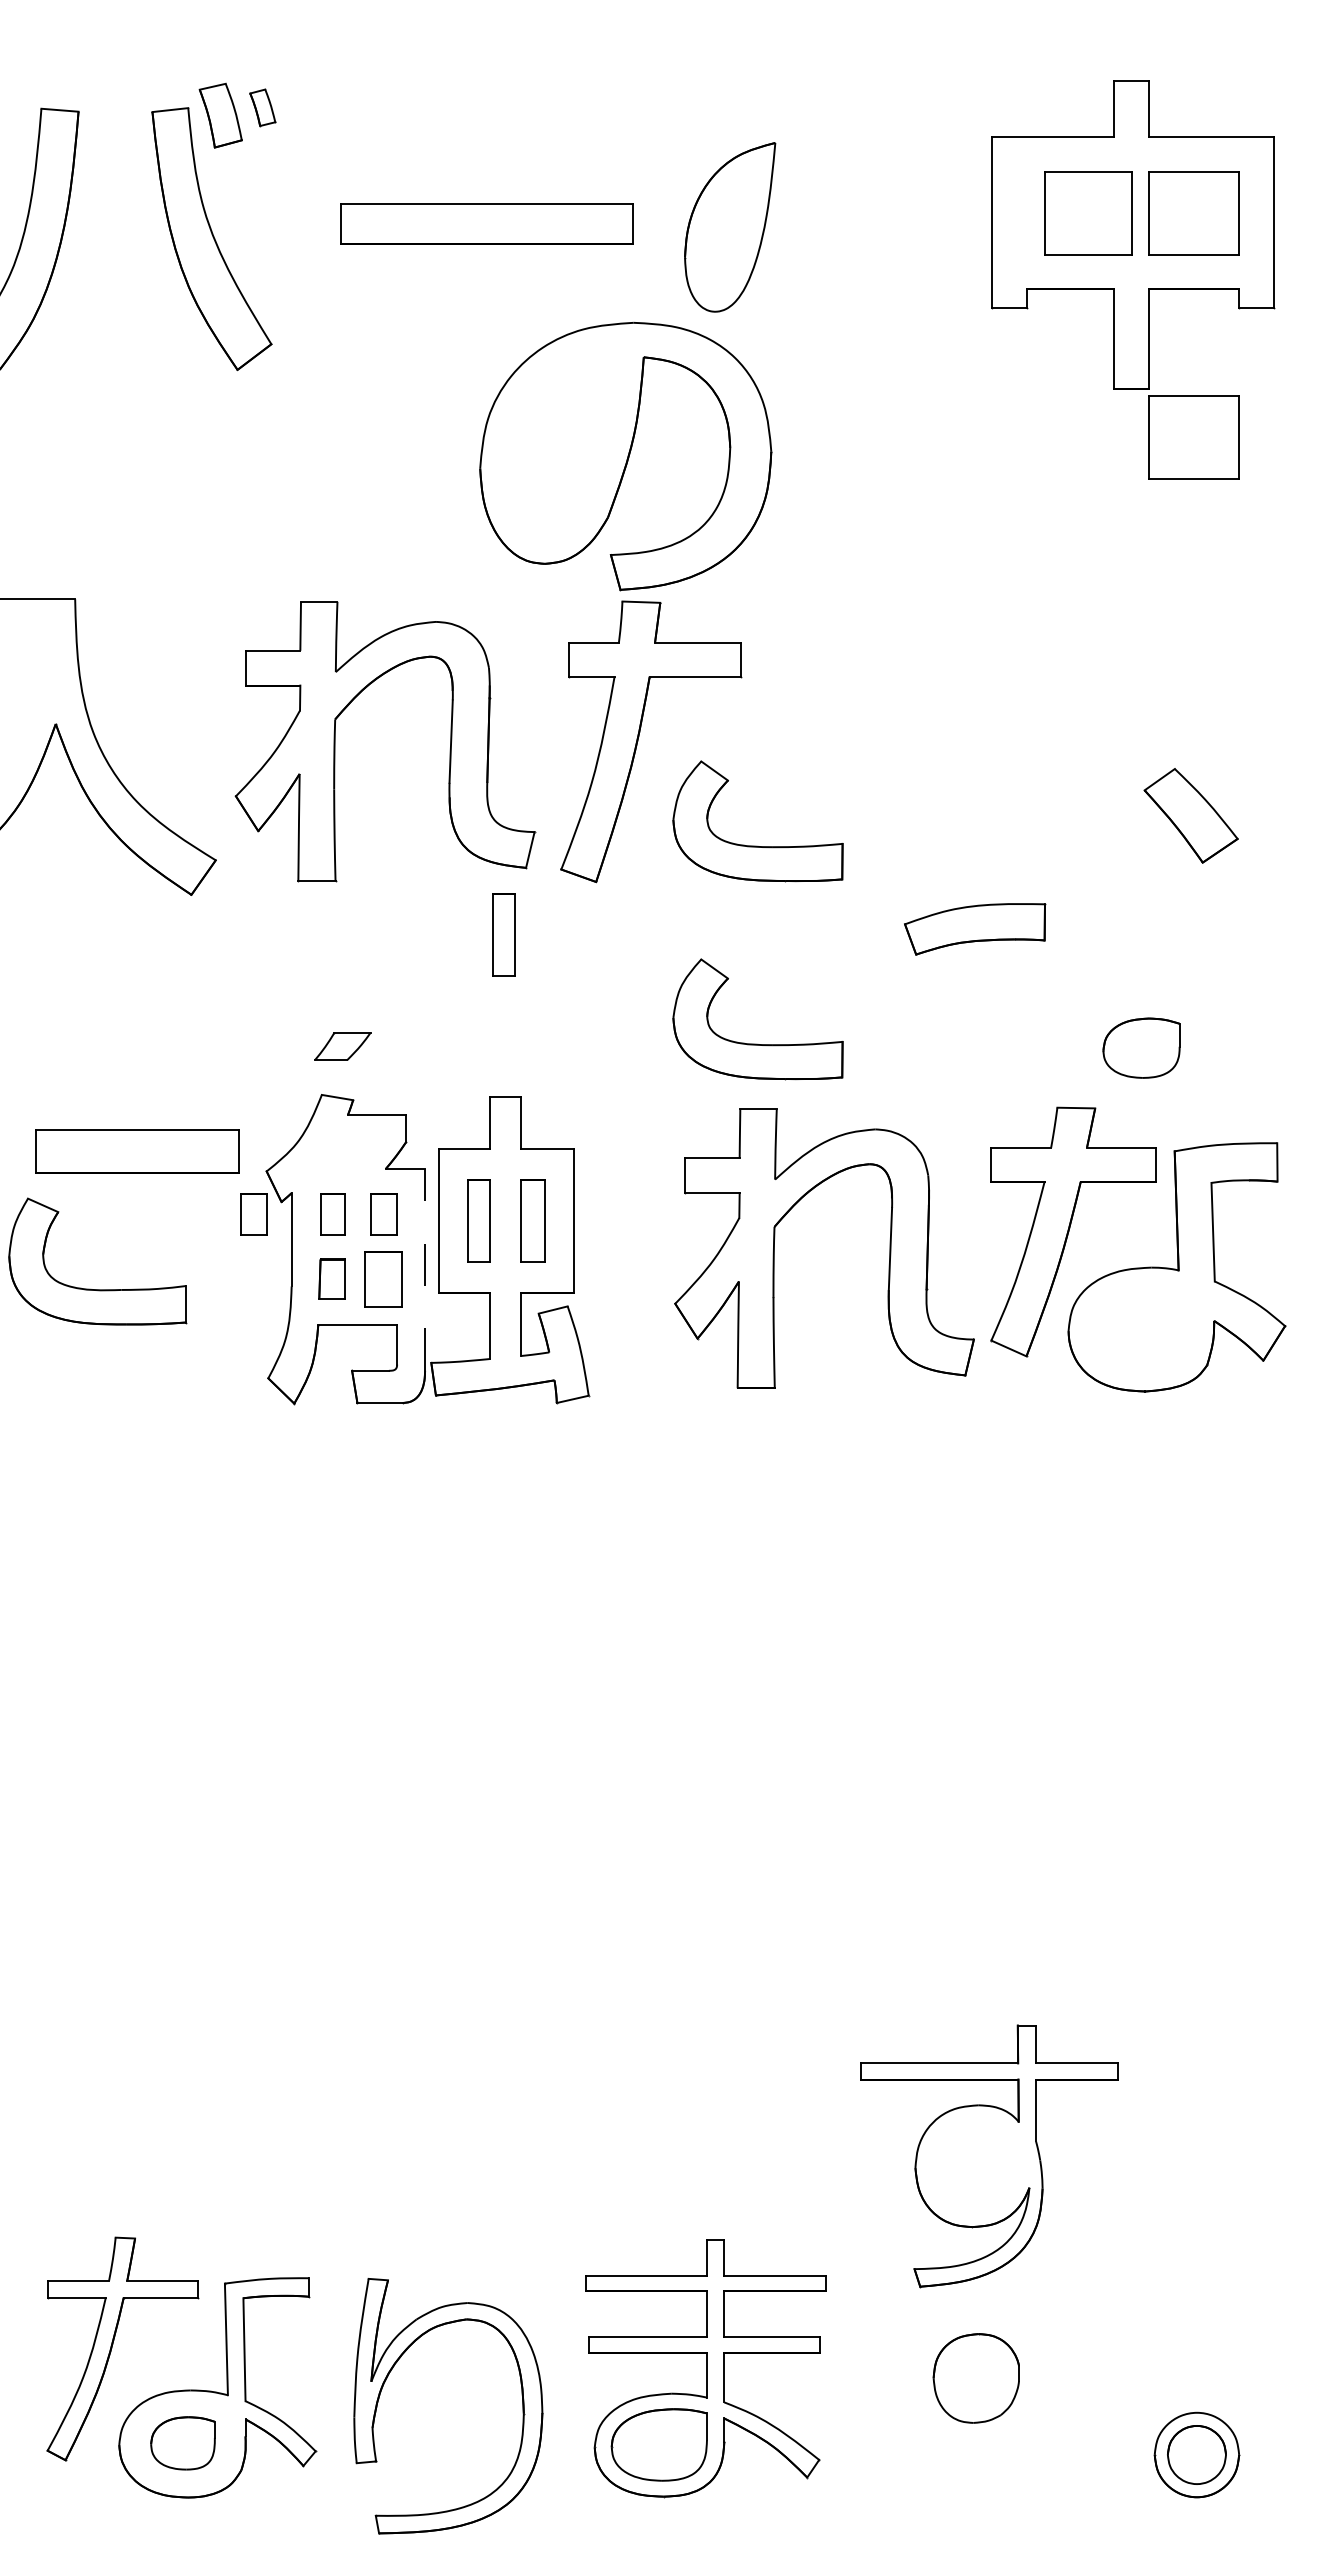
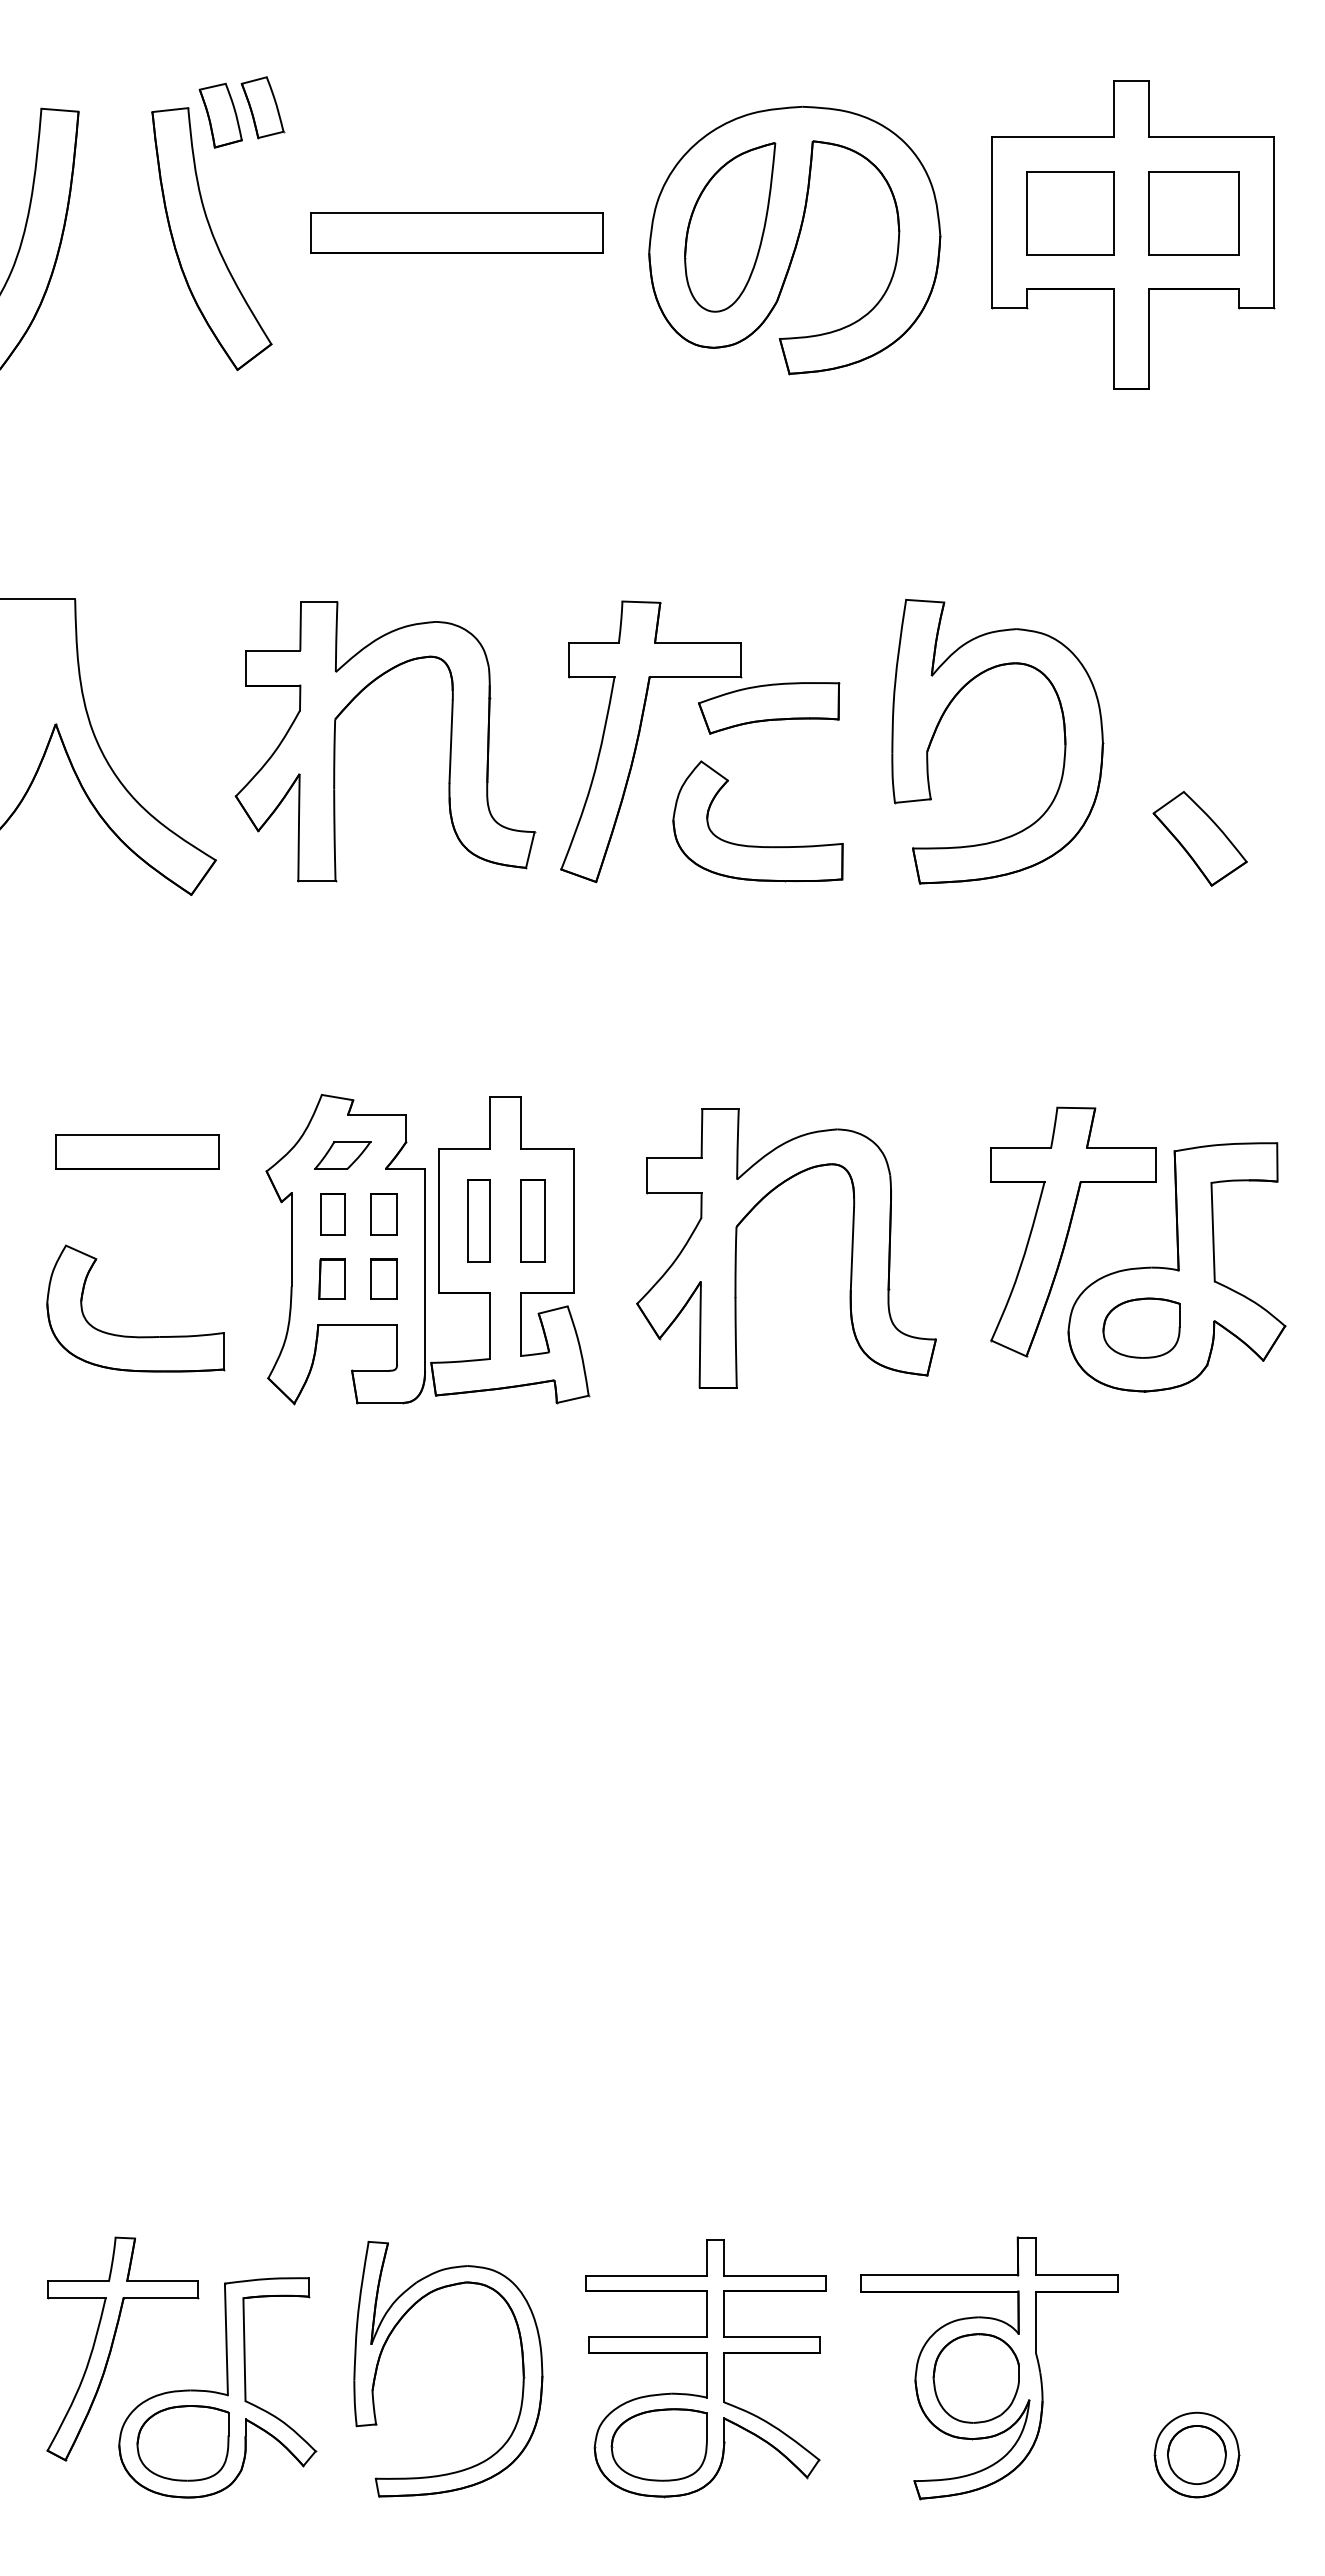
part at (262, 107) size: 28x40 px -> 46x64 px
part at (1088, 213) position: (1088, 213) -> (1070, 213)
part at (486, 223) position: (486, 223) -> (456, 232)
part at (1193, 437): present -> none
part at (625, 456) position: (625, 456) -> (794, 240)
part at (947, 709): none -> present
part at (1190, 815) position: (1190, 815) -> (1199, 838)
part at (975, 929) position: (975, 929) -> (769, 708)
part at (503, 934): present -> none
part at (757, 1043): present -> none
part at (342, 1046) position: (342, 1046) -> (342, 1155)
part at (1141, 1047) position: (1141, 1047) -> (1141, 1327)
part at (137, 1151) size: 205x45 px -> 165x36 px
part at (253, 1214): present -> none
part at (774, 1248) position: (774, 1248) -> (736, 1248)
line at (425, 1269): dashed -> solid
part at (383, 1279) size: 39x57 px -> 28x42 px
part at (90, 1288) position: (90, 1288) -> (128, 1335)
part at (989, 2156) position: (989, 2156) -> (989, 2368)
part at (393, 2368) position: (393, 2368) -> (393, 2331)
part at (182, 2443) size: 66x55 px -> 94x77 px
